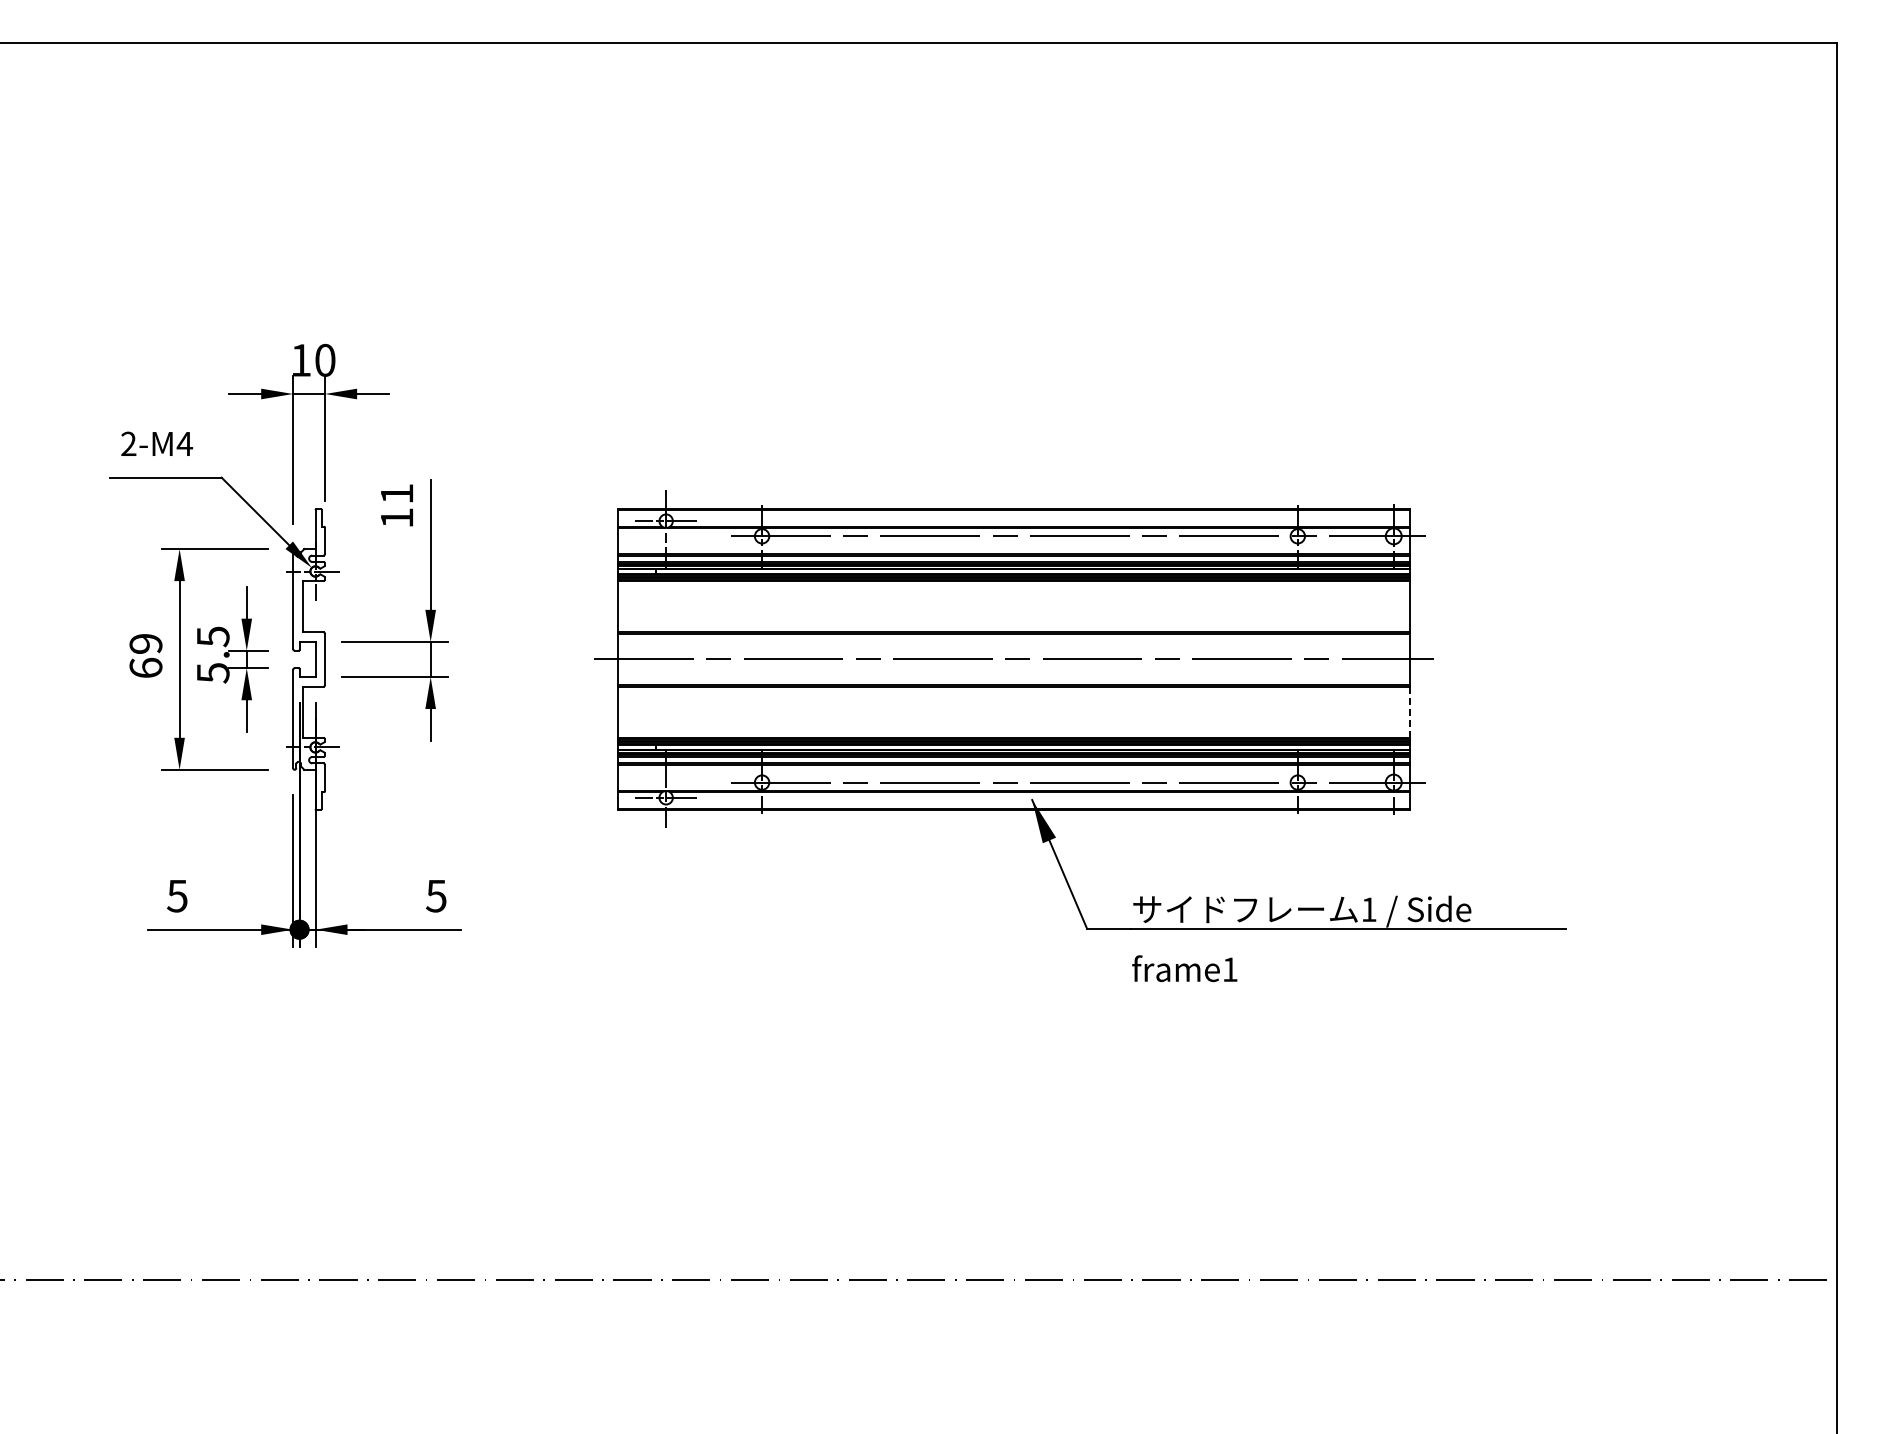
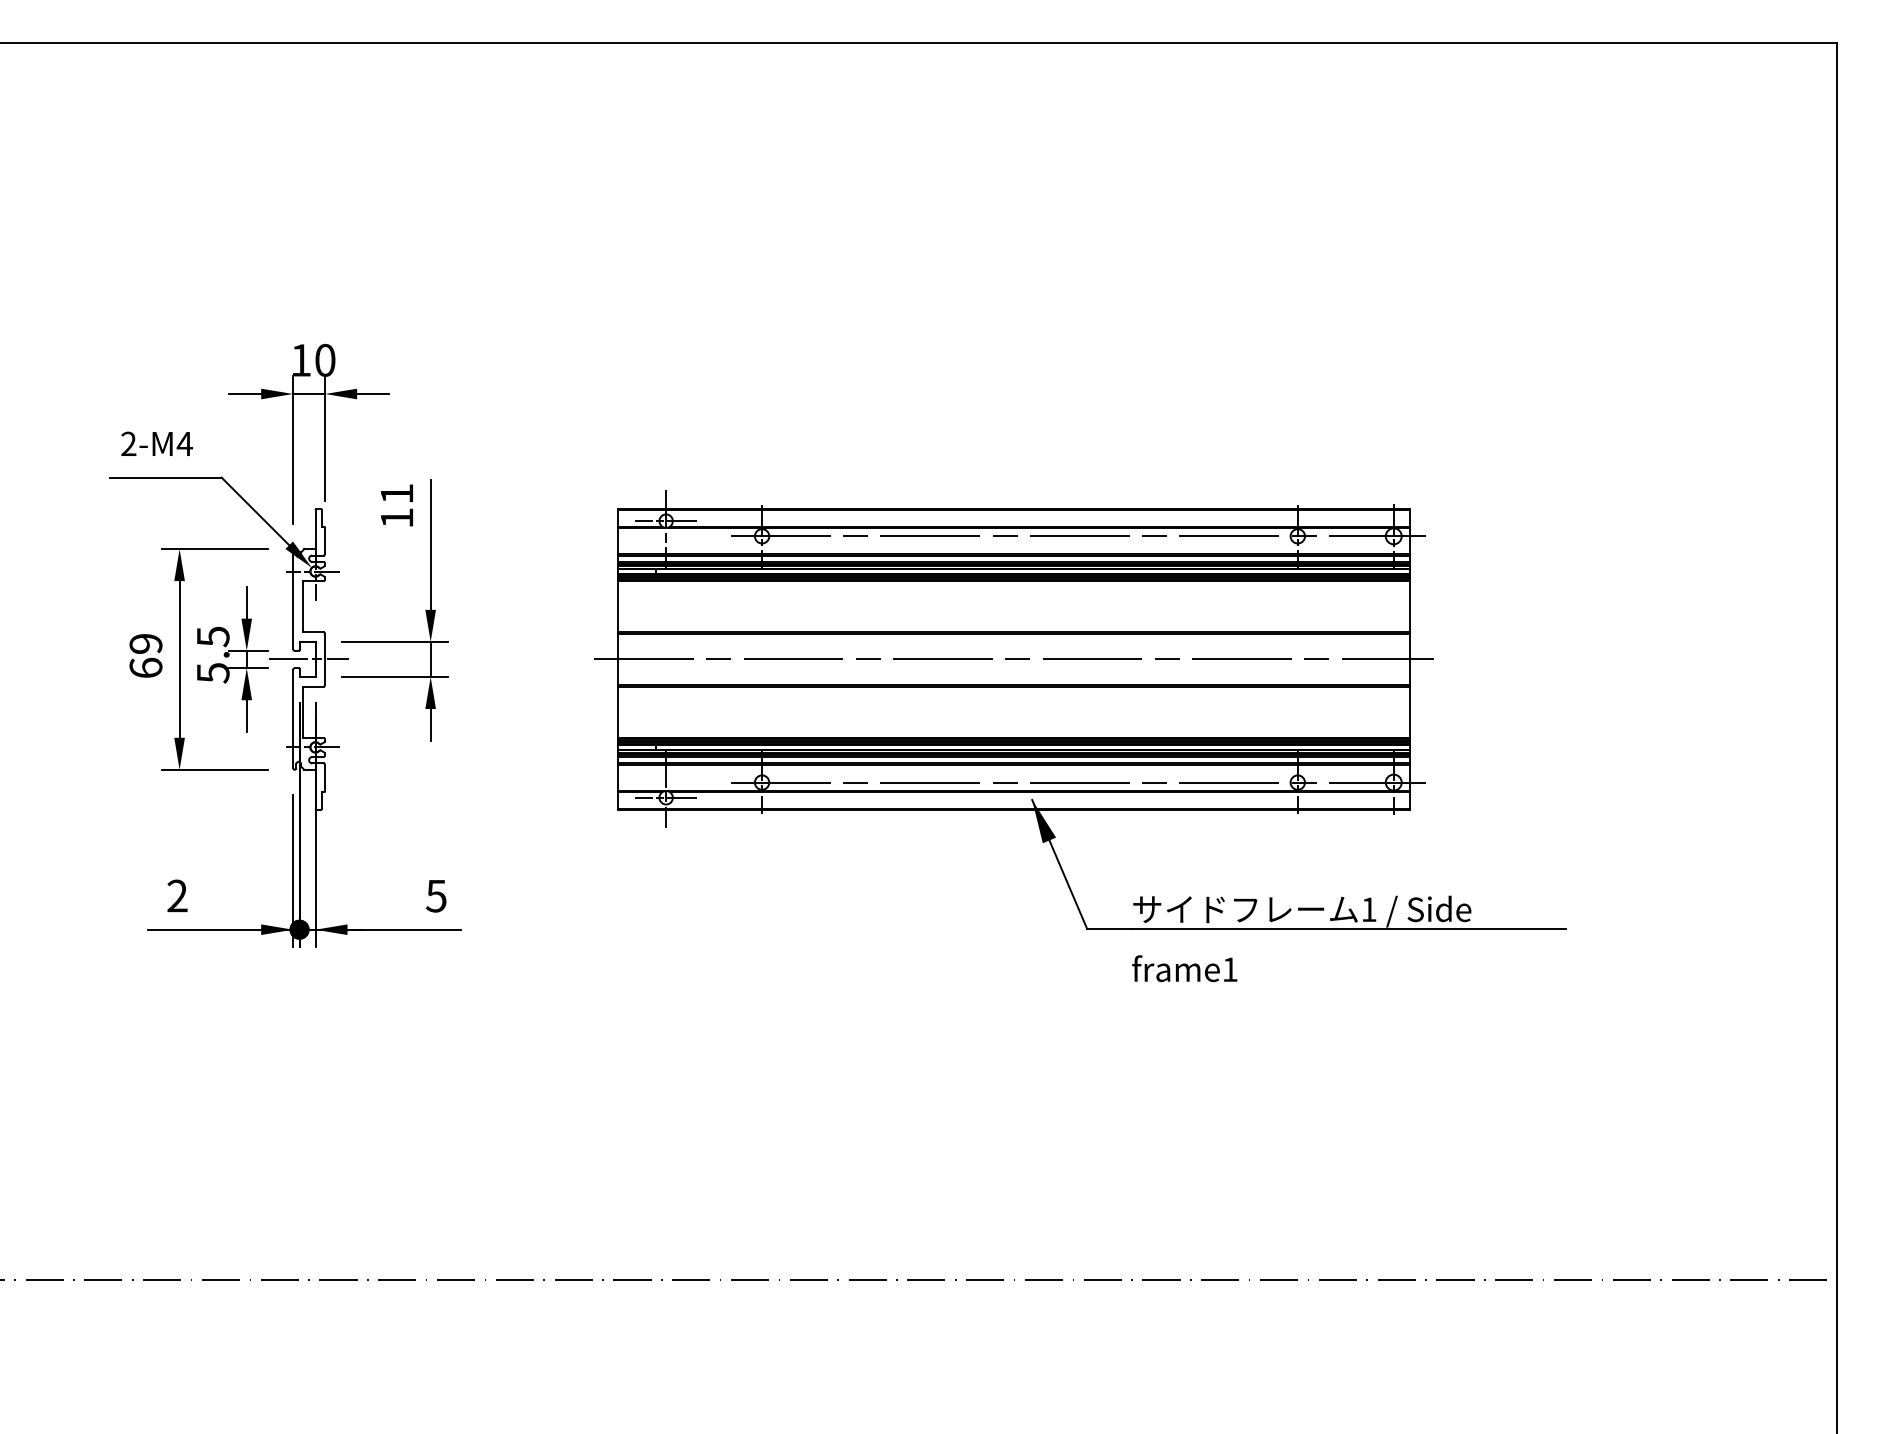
line at (309, 659): none -> present
line at (1409, 712): dashed -> solid
text at (177, 895): 5 -> 2
